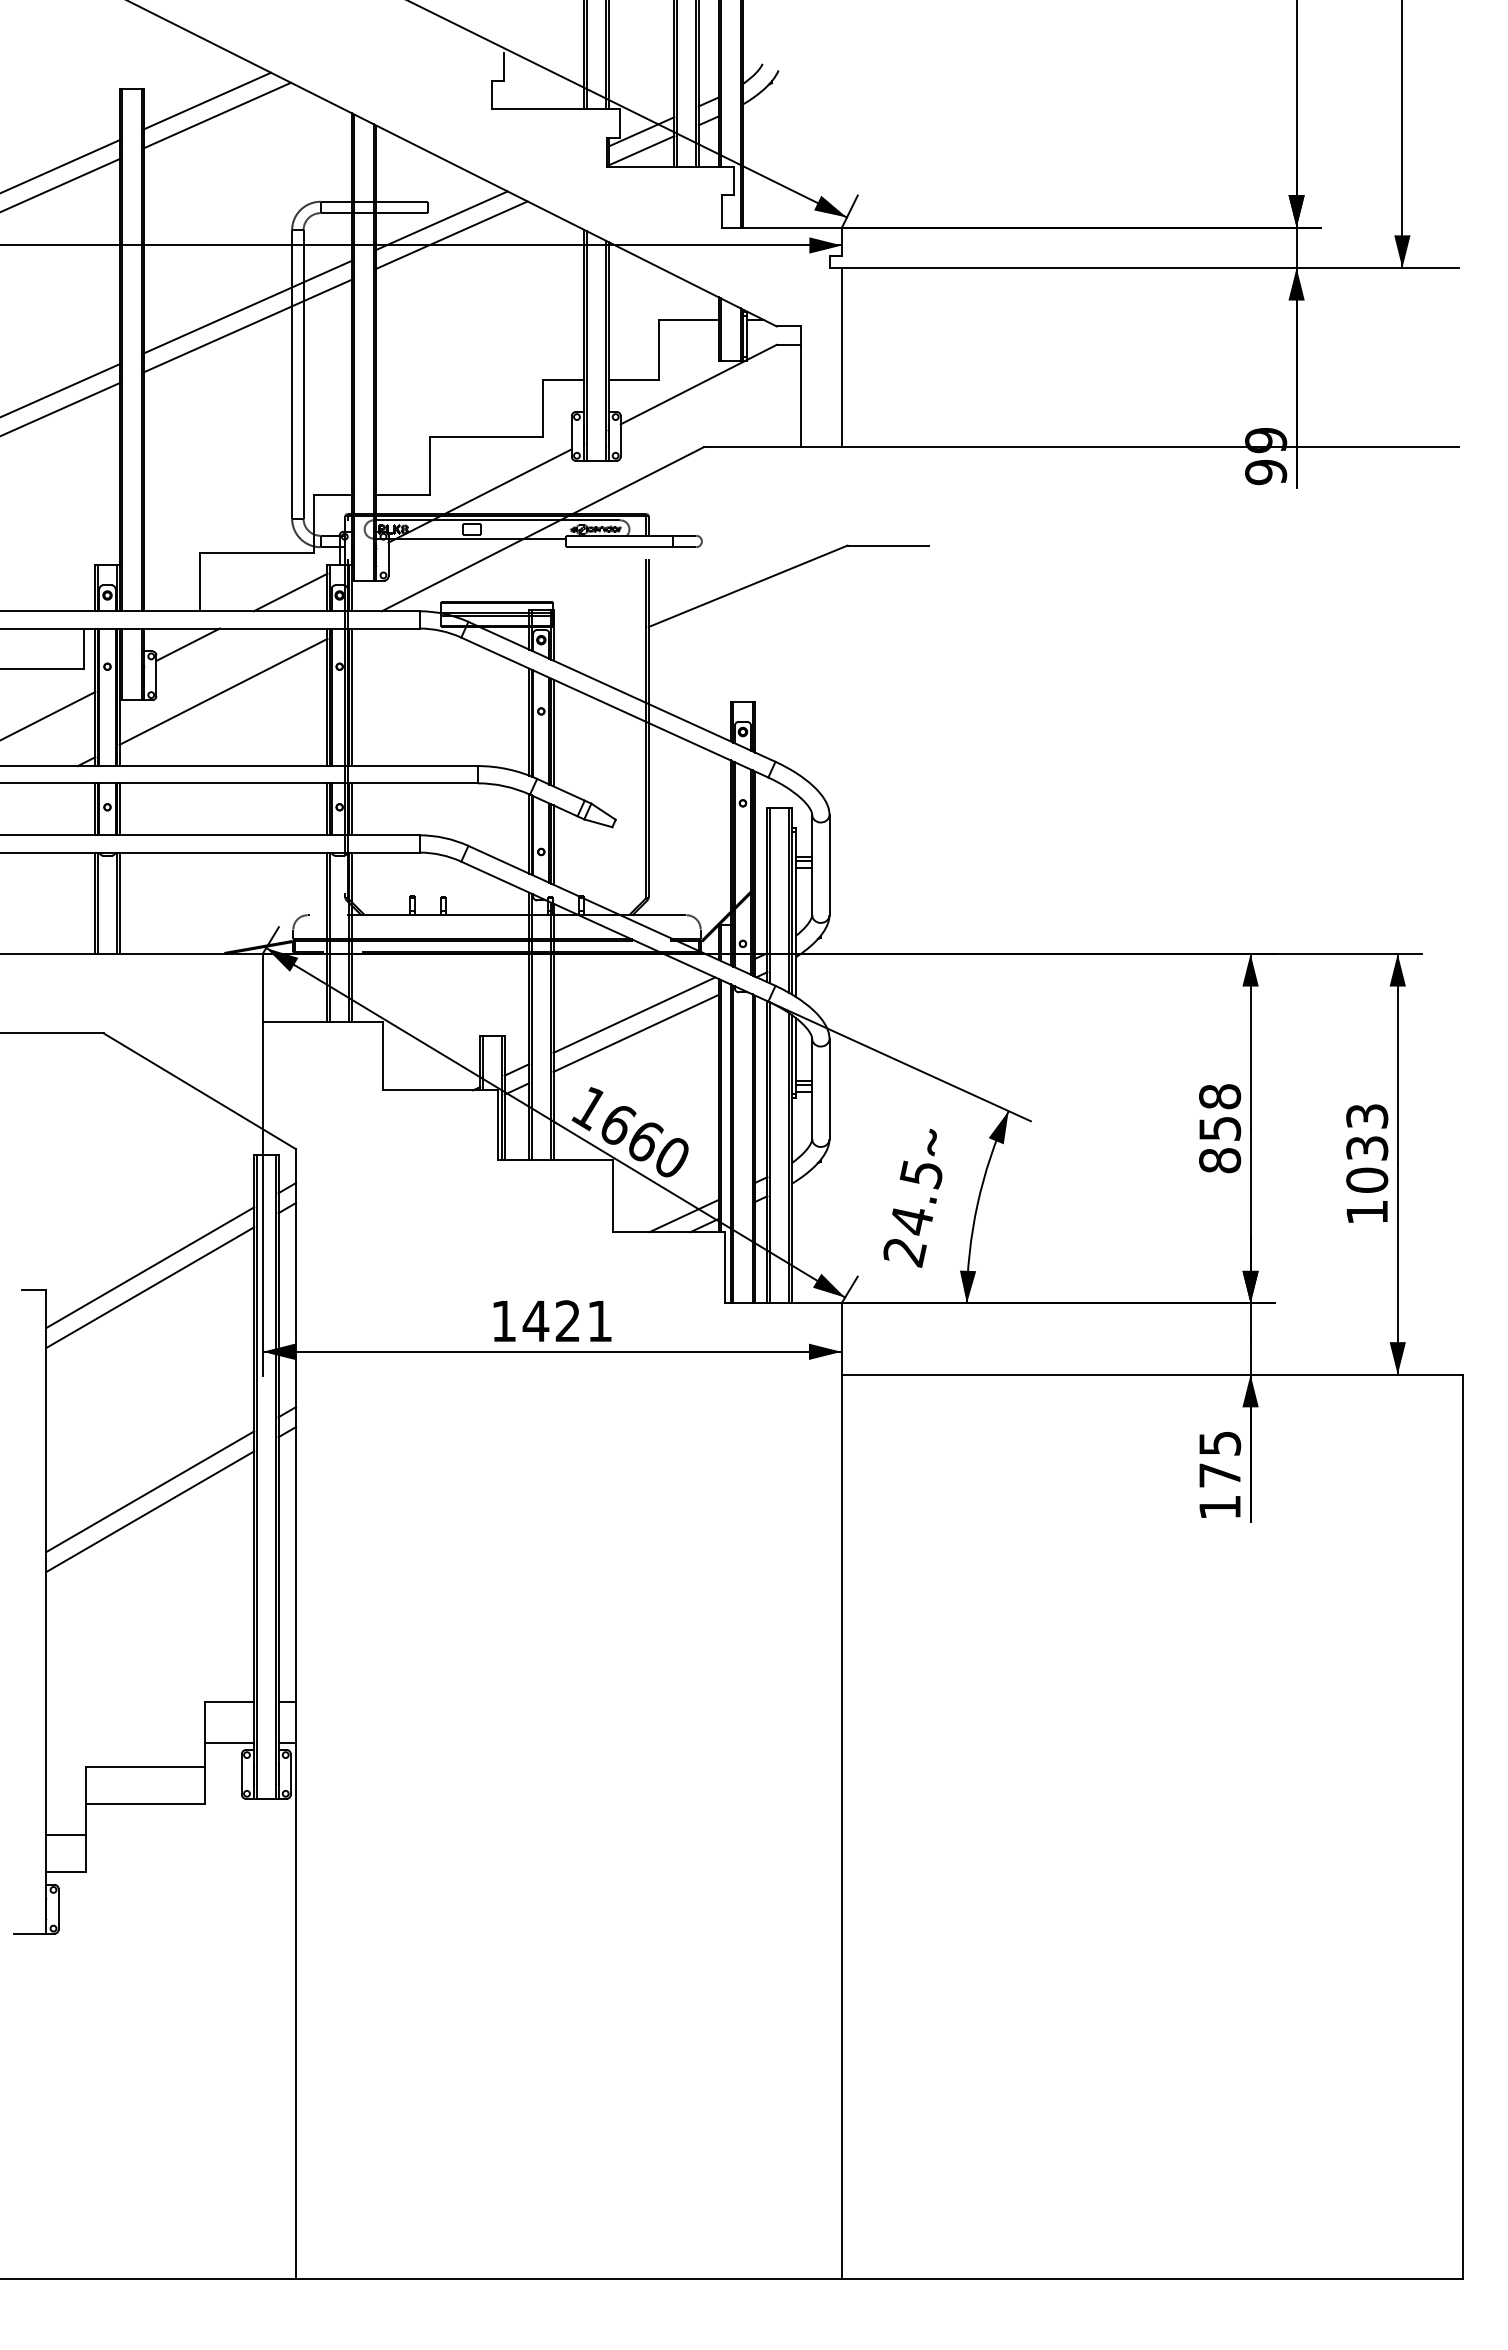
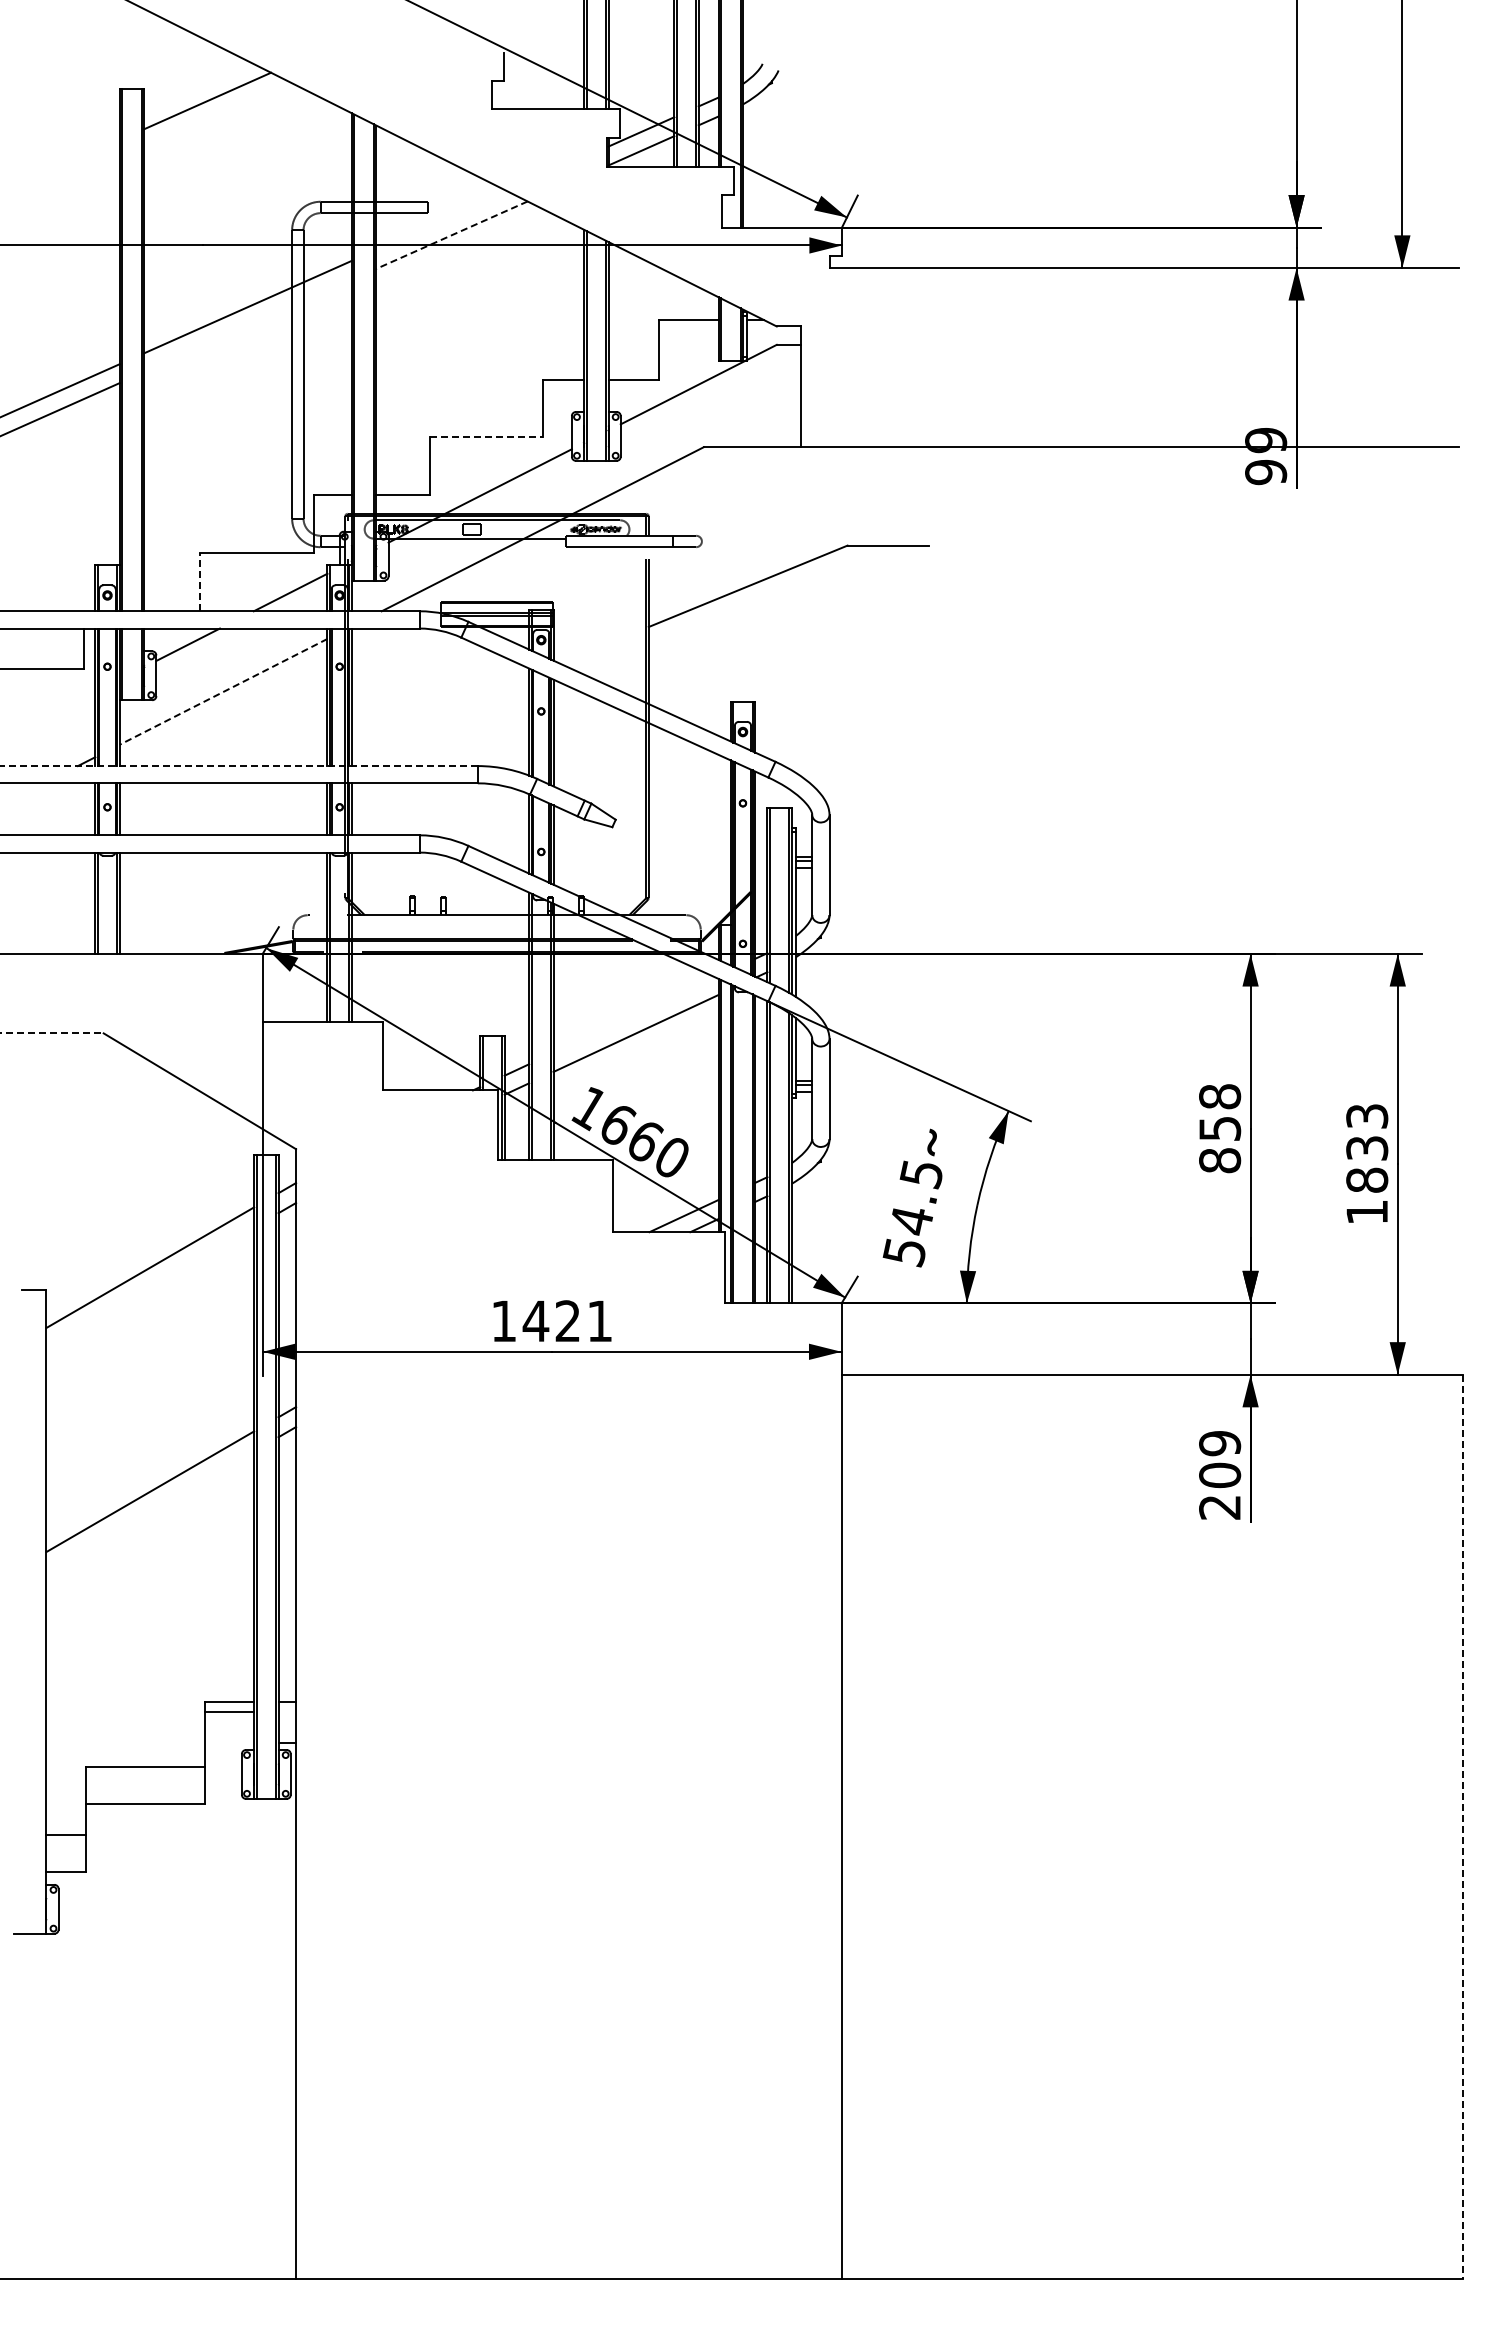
line at (217, 115): present -> none
line at (60, 166): present -> none
line at (60, 185): present -> none
line at (441, 220): present -> none
line at (452, 235): solid -> dashed
line at (247, 325): present -> none
line at (841, 357): present -> none
line at (486, 436): solid -> dashed
line at (199, 581): solid -> dashed
line at (223, 691): solid -> dashed
line at (48, 715): present -> none
line at (239, 766): solid -> dashed
line at (634, 1014): present -> none
line at (52, 1033): solid -> dashed
text at (1367, 1179): 1033 -> 1833
text at (904, 1252): 24.5 -> 54.5
line at (150, 1287): present -> none
text at (1220, 1475): 175 -> 209
line at (150, 1511): present -> none
line at (229, 1742) position: (229, 1742) -> (229, 1711)
line at (1462, 1827): solid -> dashed
